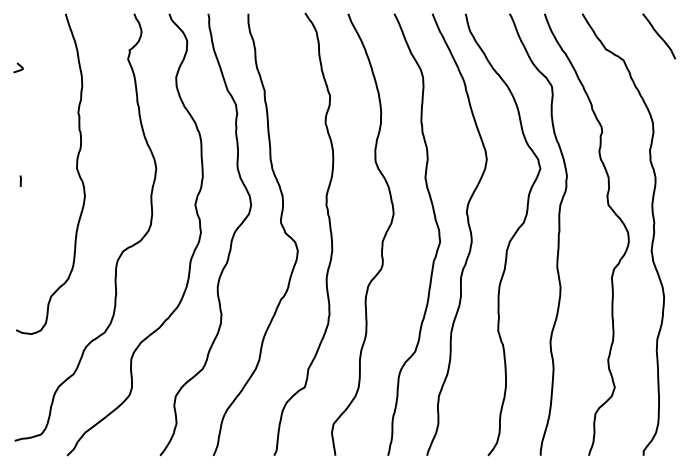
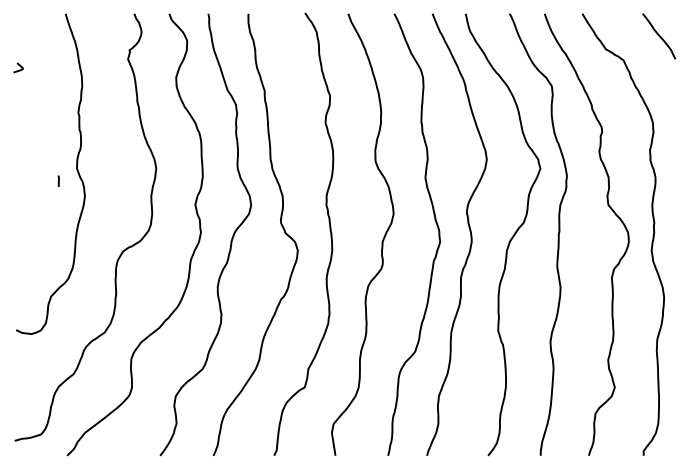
line at (20, 180) position: (20, 180) -> (58, 180)
